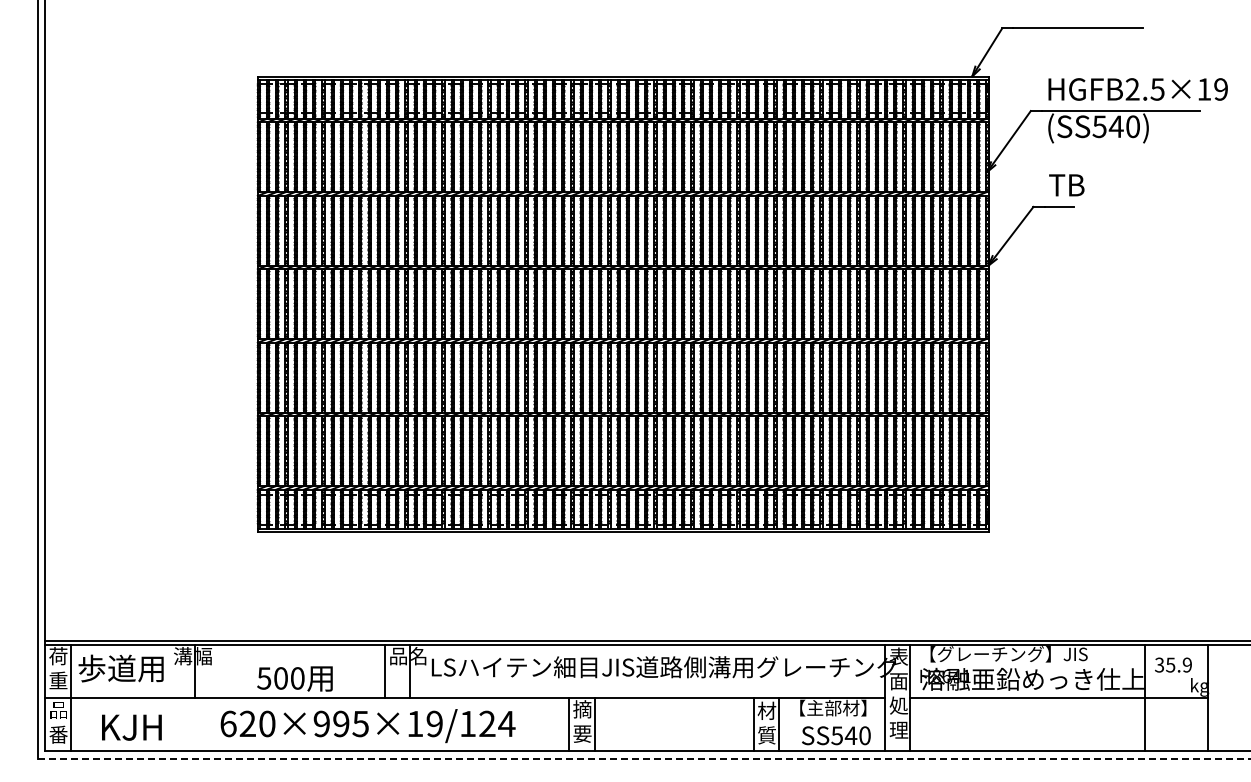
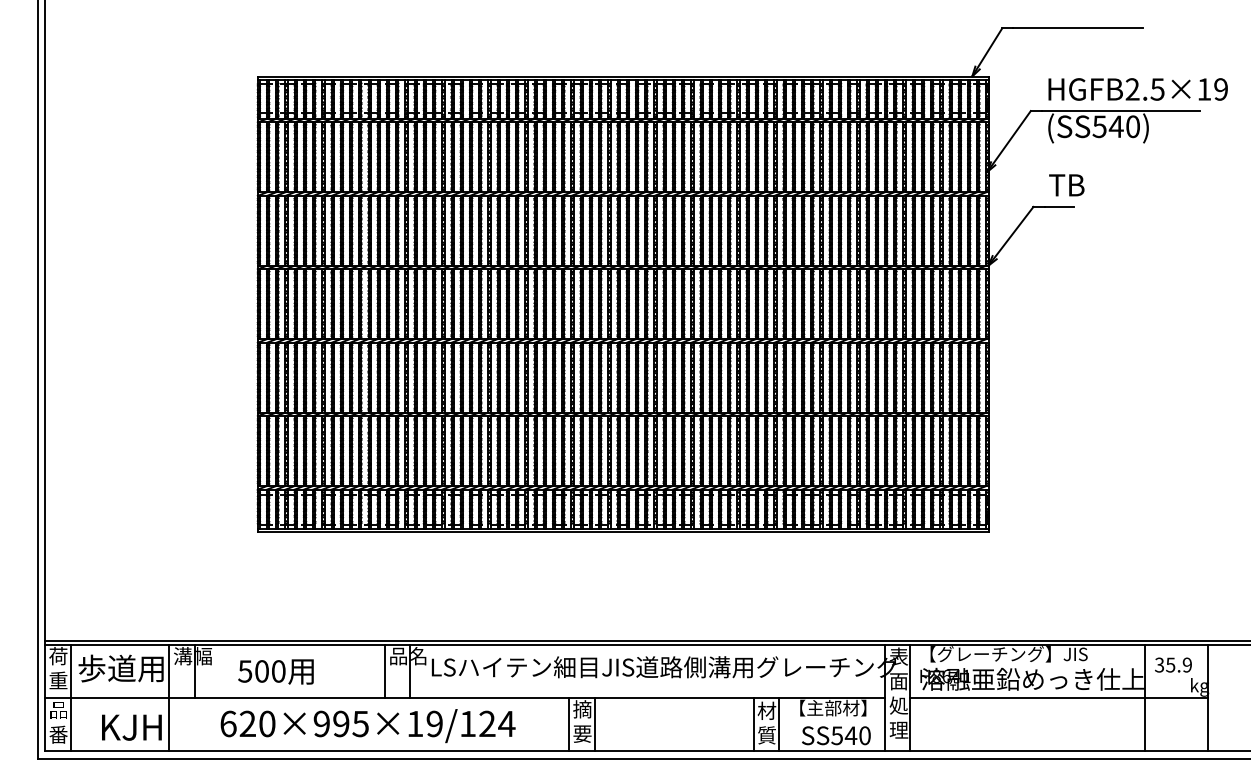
text at (294, 678) position: (294, 678) -> (275, 671)
line at (169, 697): none -> present
line at (644, 758): dashed -> solid
